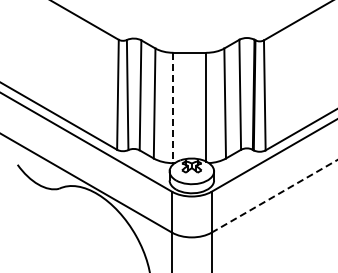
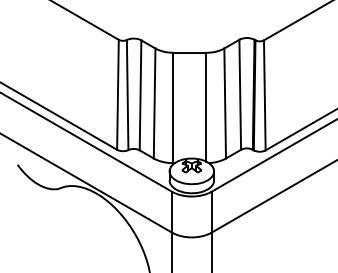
line at (173, 108): dashed -> solid
line at (274, 196): dashed -> solid
